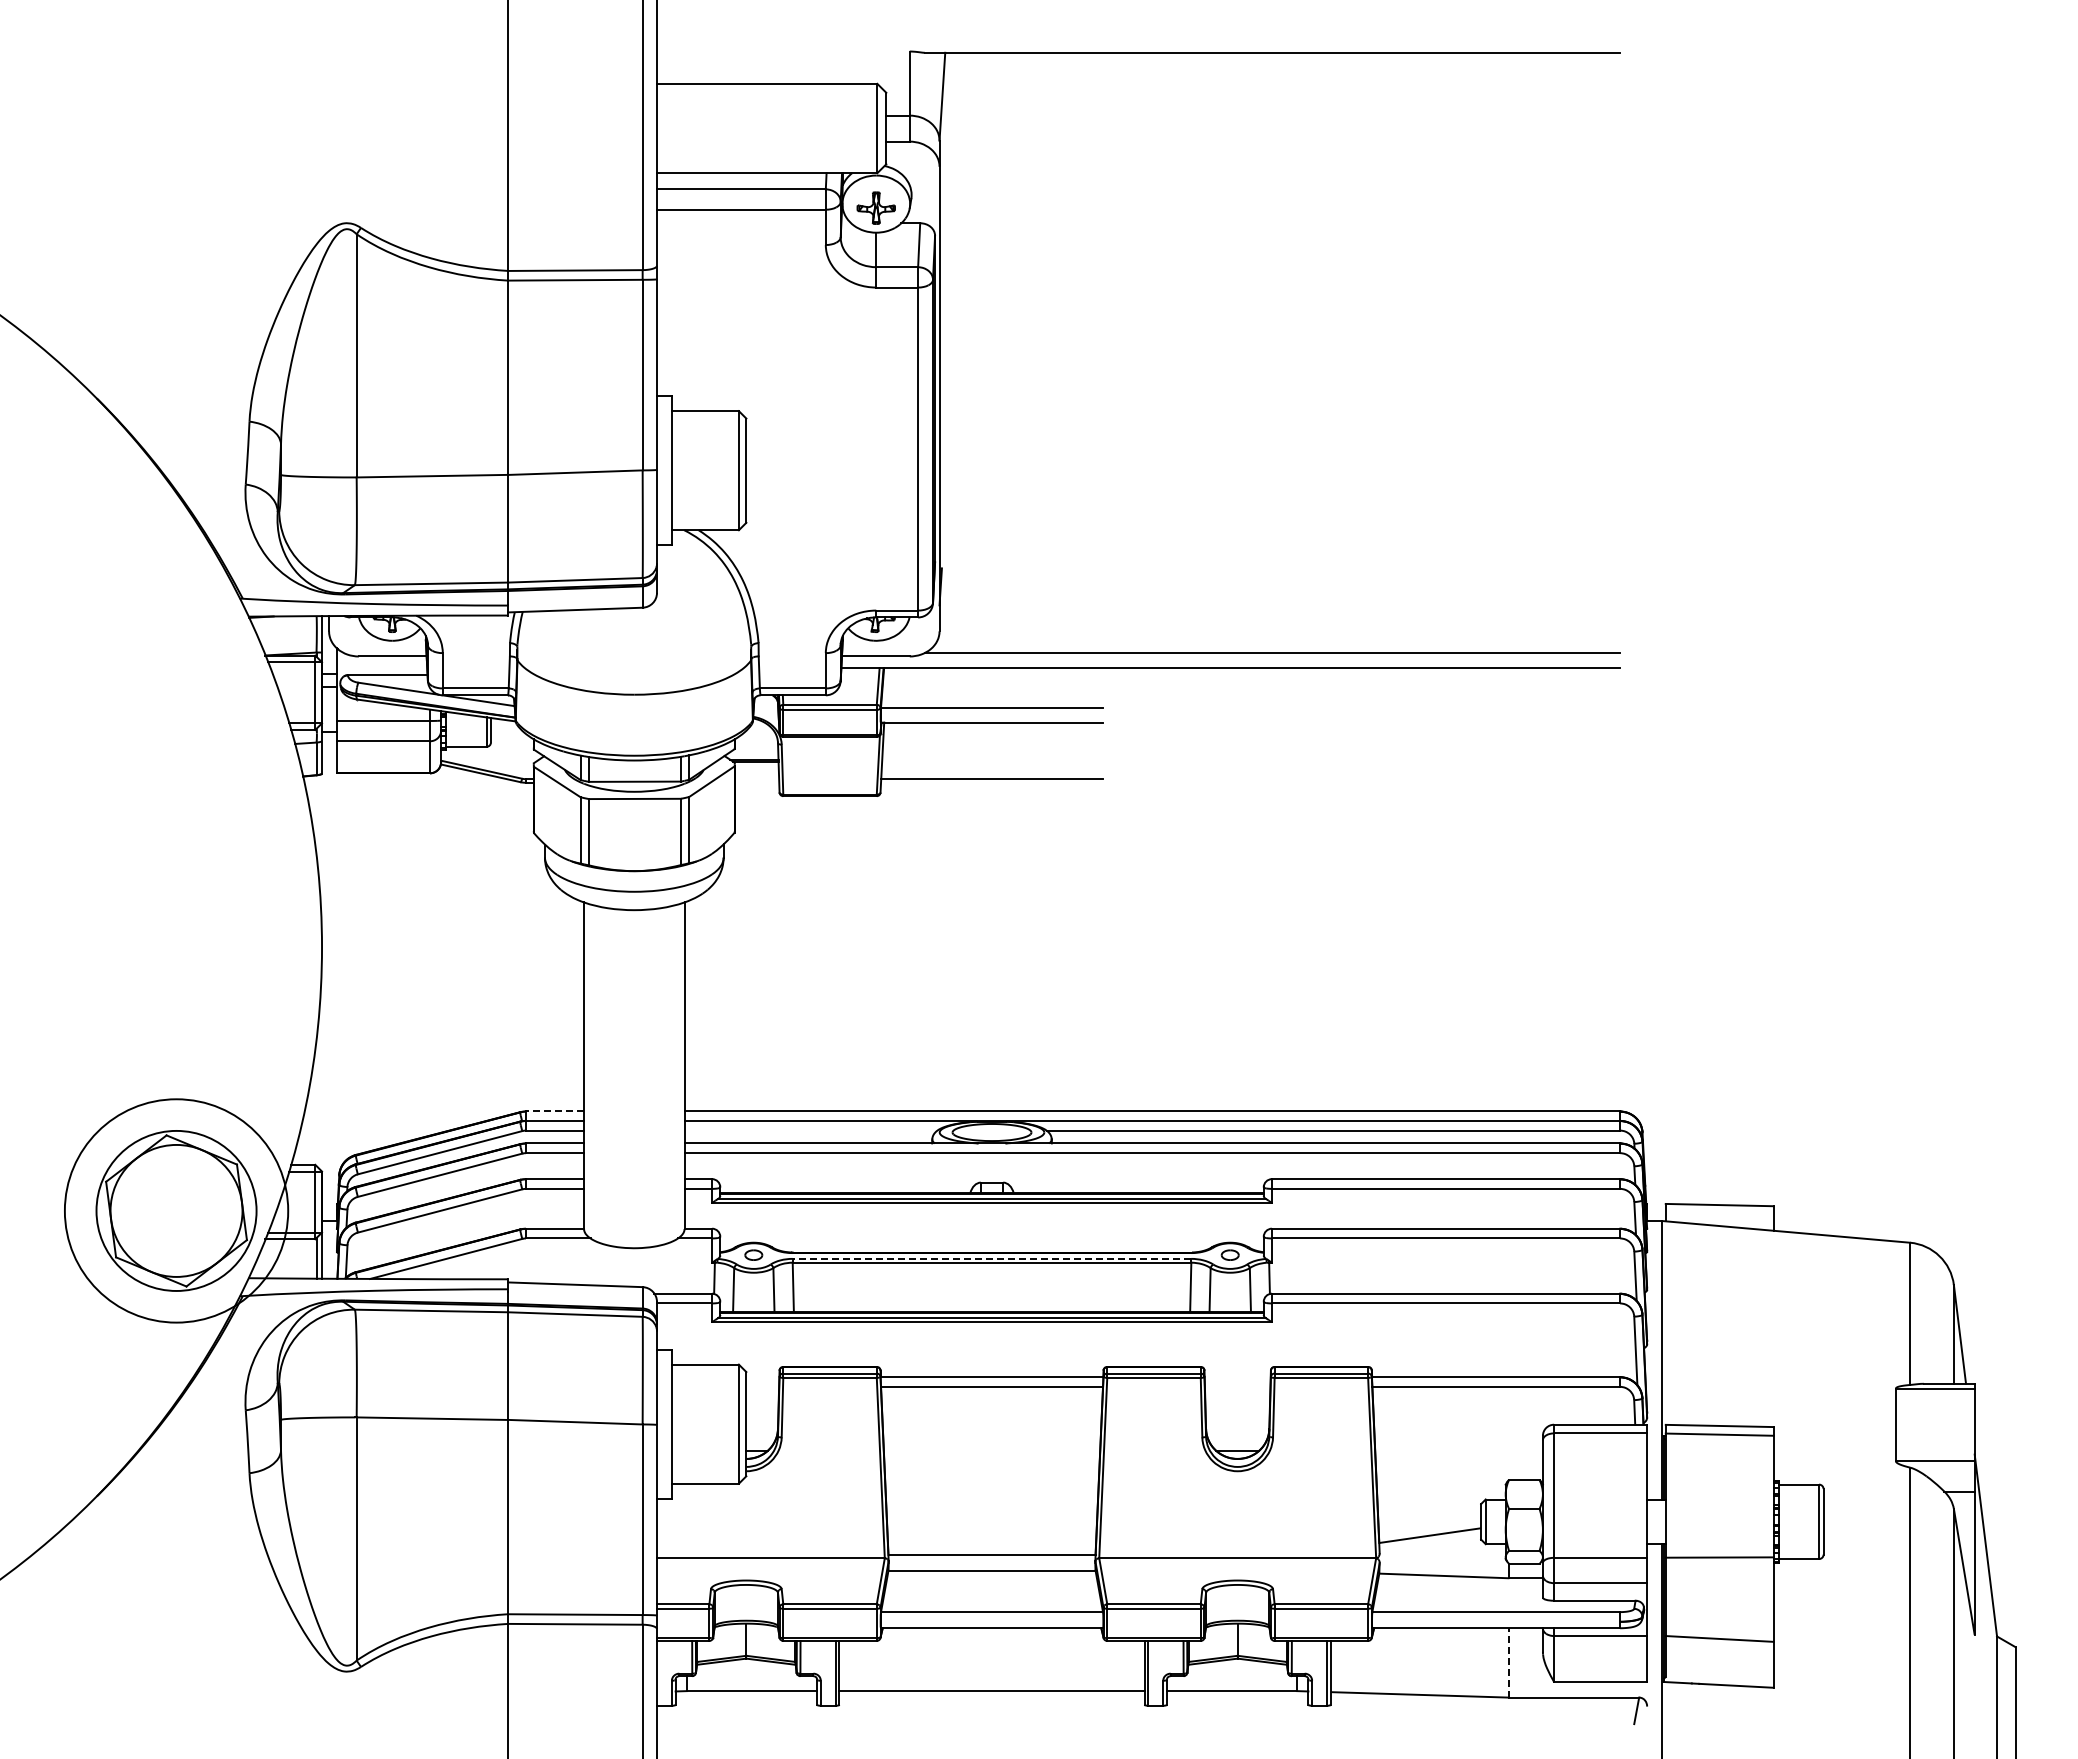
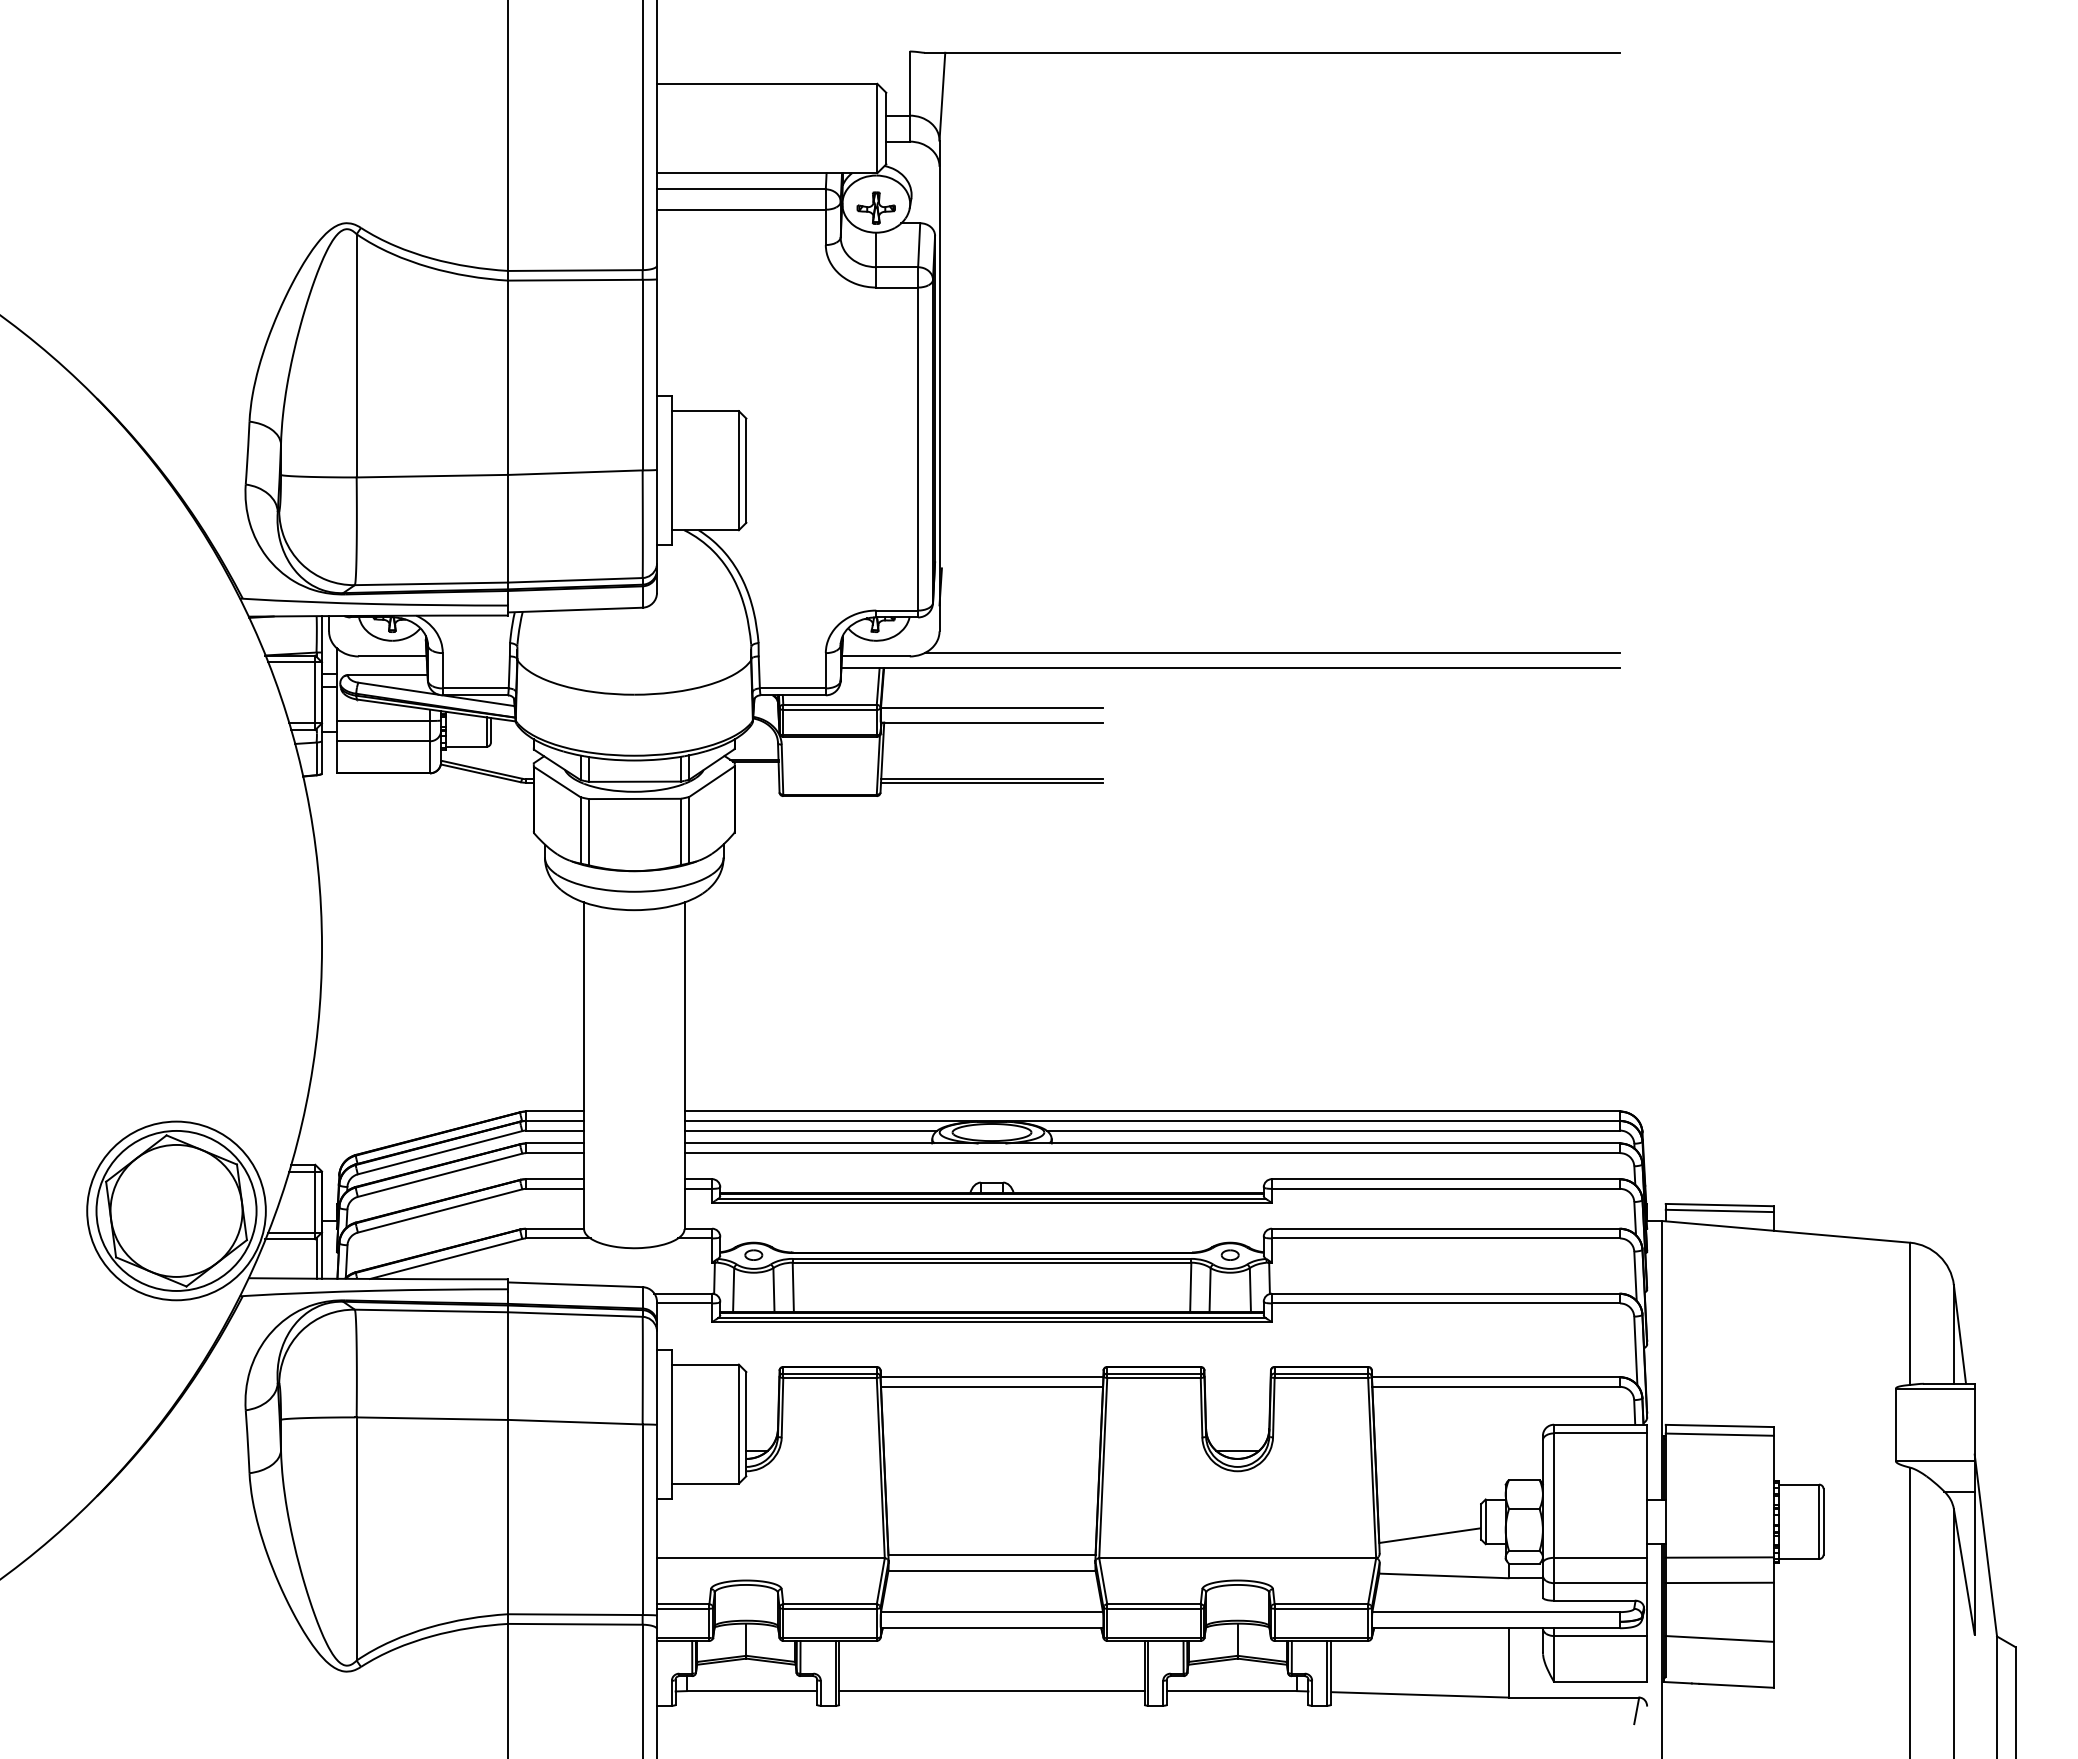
line at (992, 782): none -> present
line at (554, 1111): dashed -> solid
line at (810, 1130): none -> present
circle at (176, 1210) diameter: 223 px -> 179 px
line at (1719, 1210): none -> present
line at (991, 1258): dashed -> solid
line at (1719, 1582): none -> present
line at (1509, 1662): dashed -> solid
